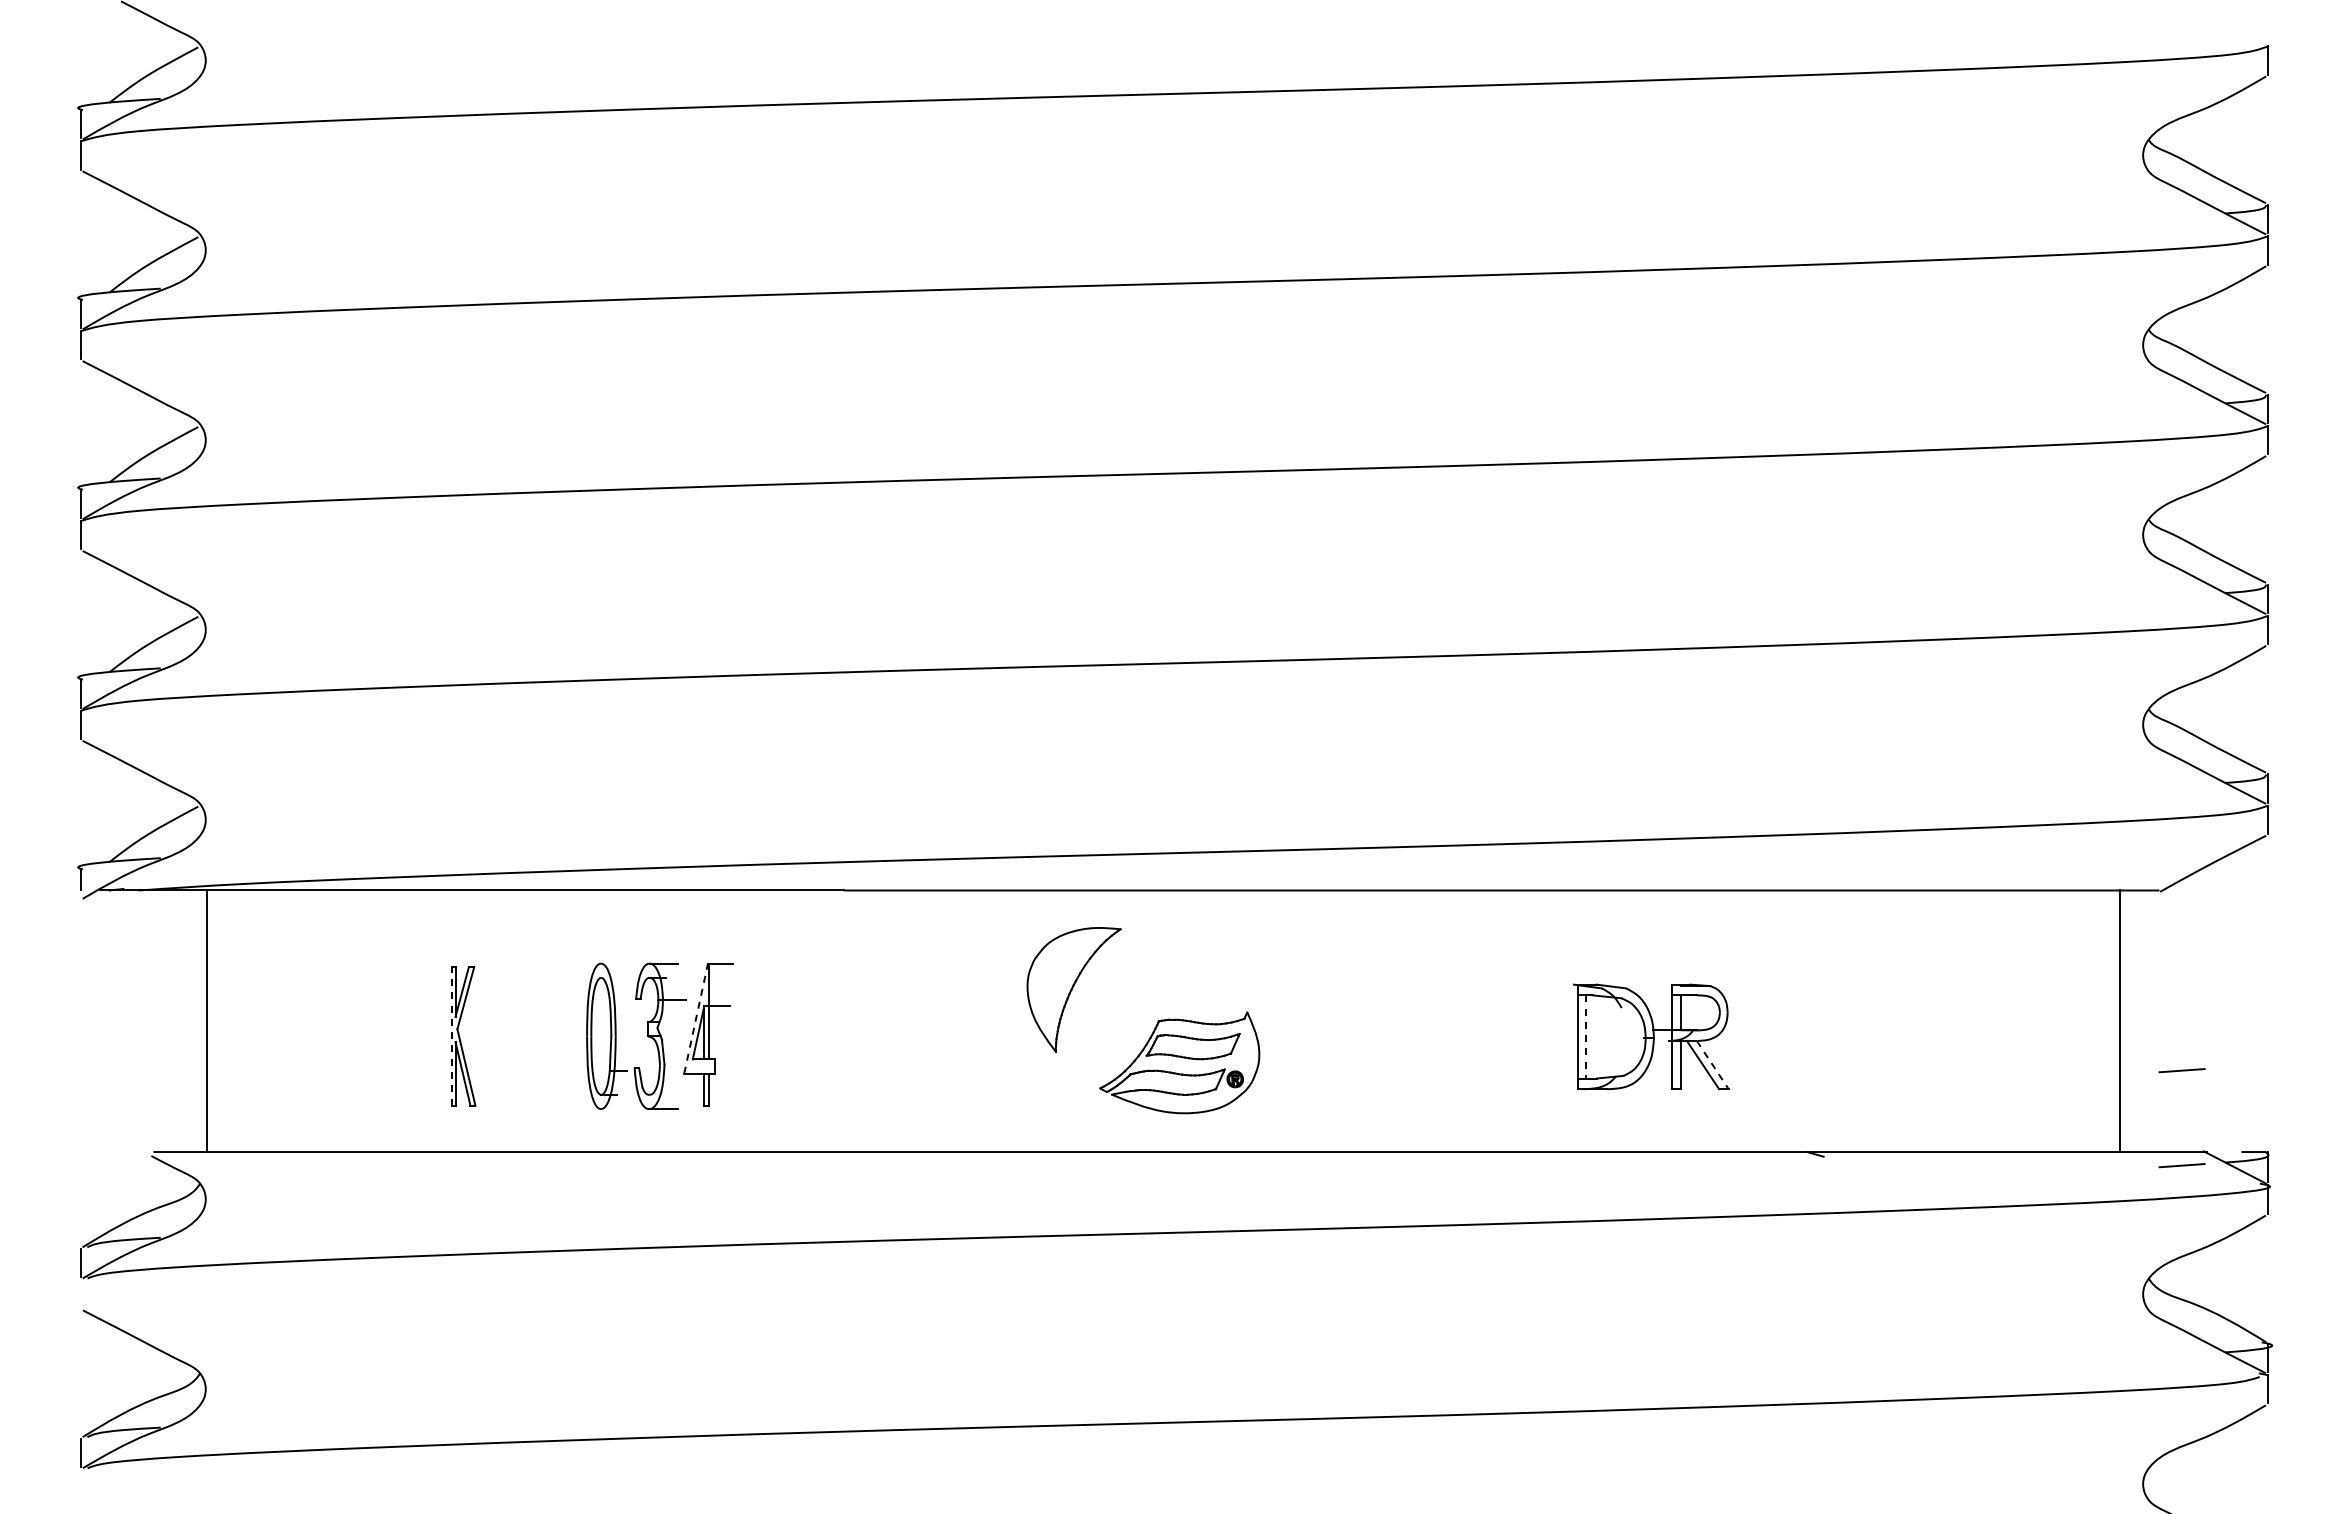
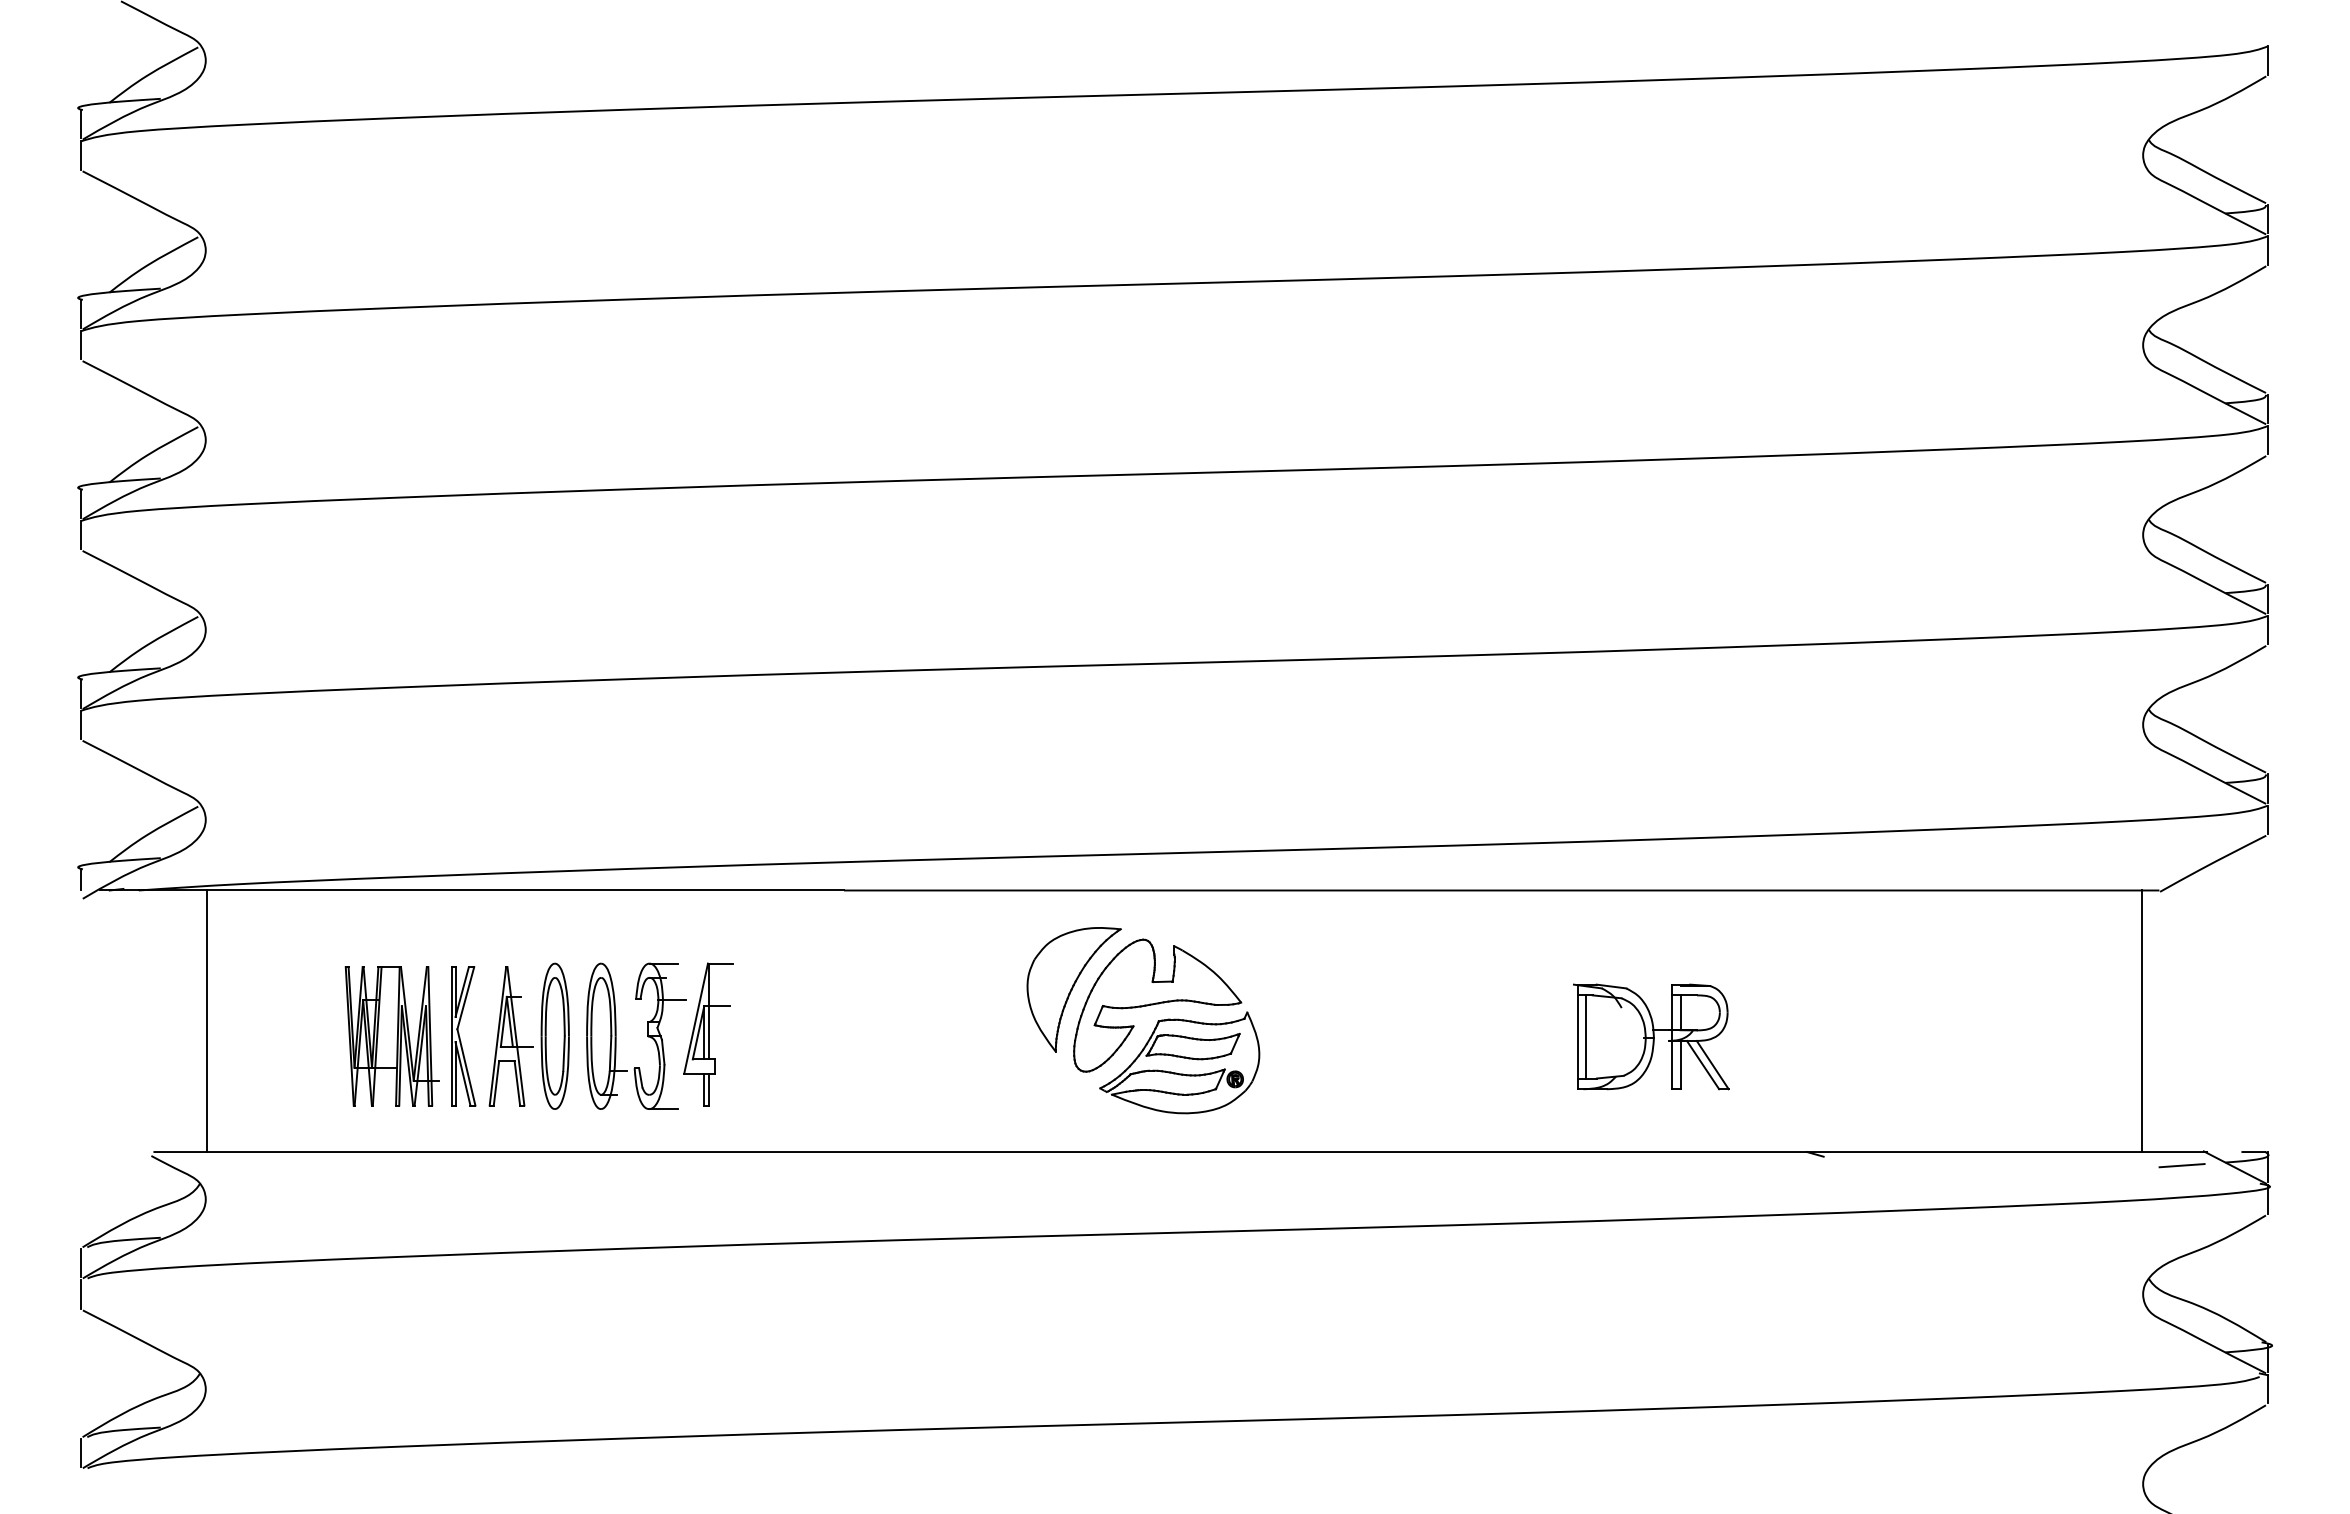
part at (1157, 1005): none -> present
line at (696, 1018): dashed -> solid
line at (2120, 1021) position: (2120, 1021) -> (2142, 1021)
line at (451, 1035): dashed -> solid
part at (391, 1036): none -> present
line at (1586, 1036): dashed -> solid
part at (528, 1046): none -> present
line at (1712, 1065): dashed -> solid
line at (2181, 1070): present -> none
line at (81, 1294): none -> present
